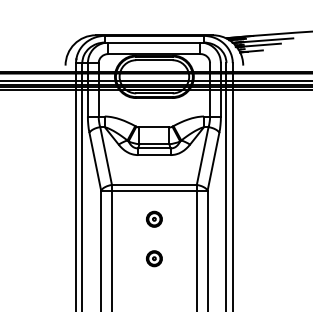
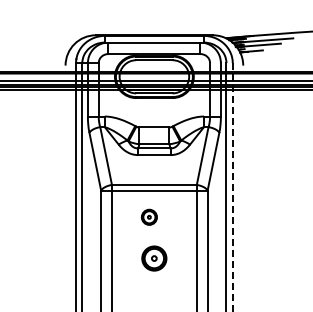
line at (232, 187): solid -> dashed
part at (154, 218) position: (154, 218) -> (149, 216)
part at (154, 258) size: 17x18 px -> 27x27 px
